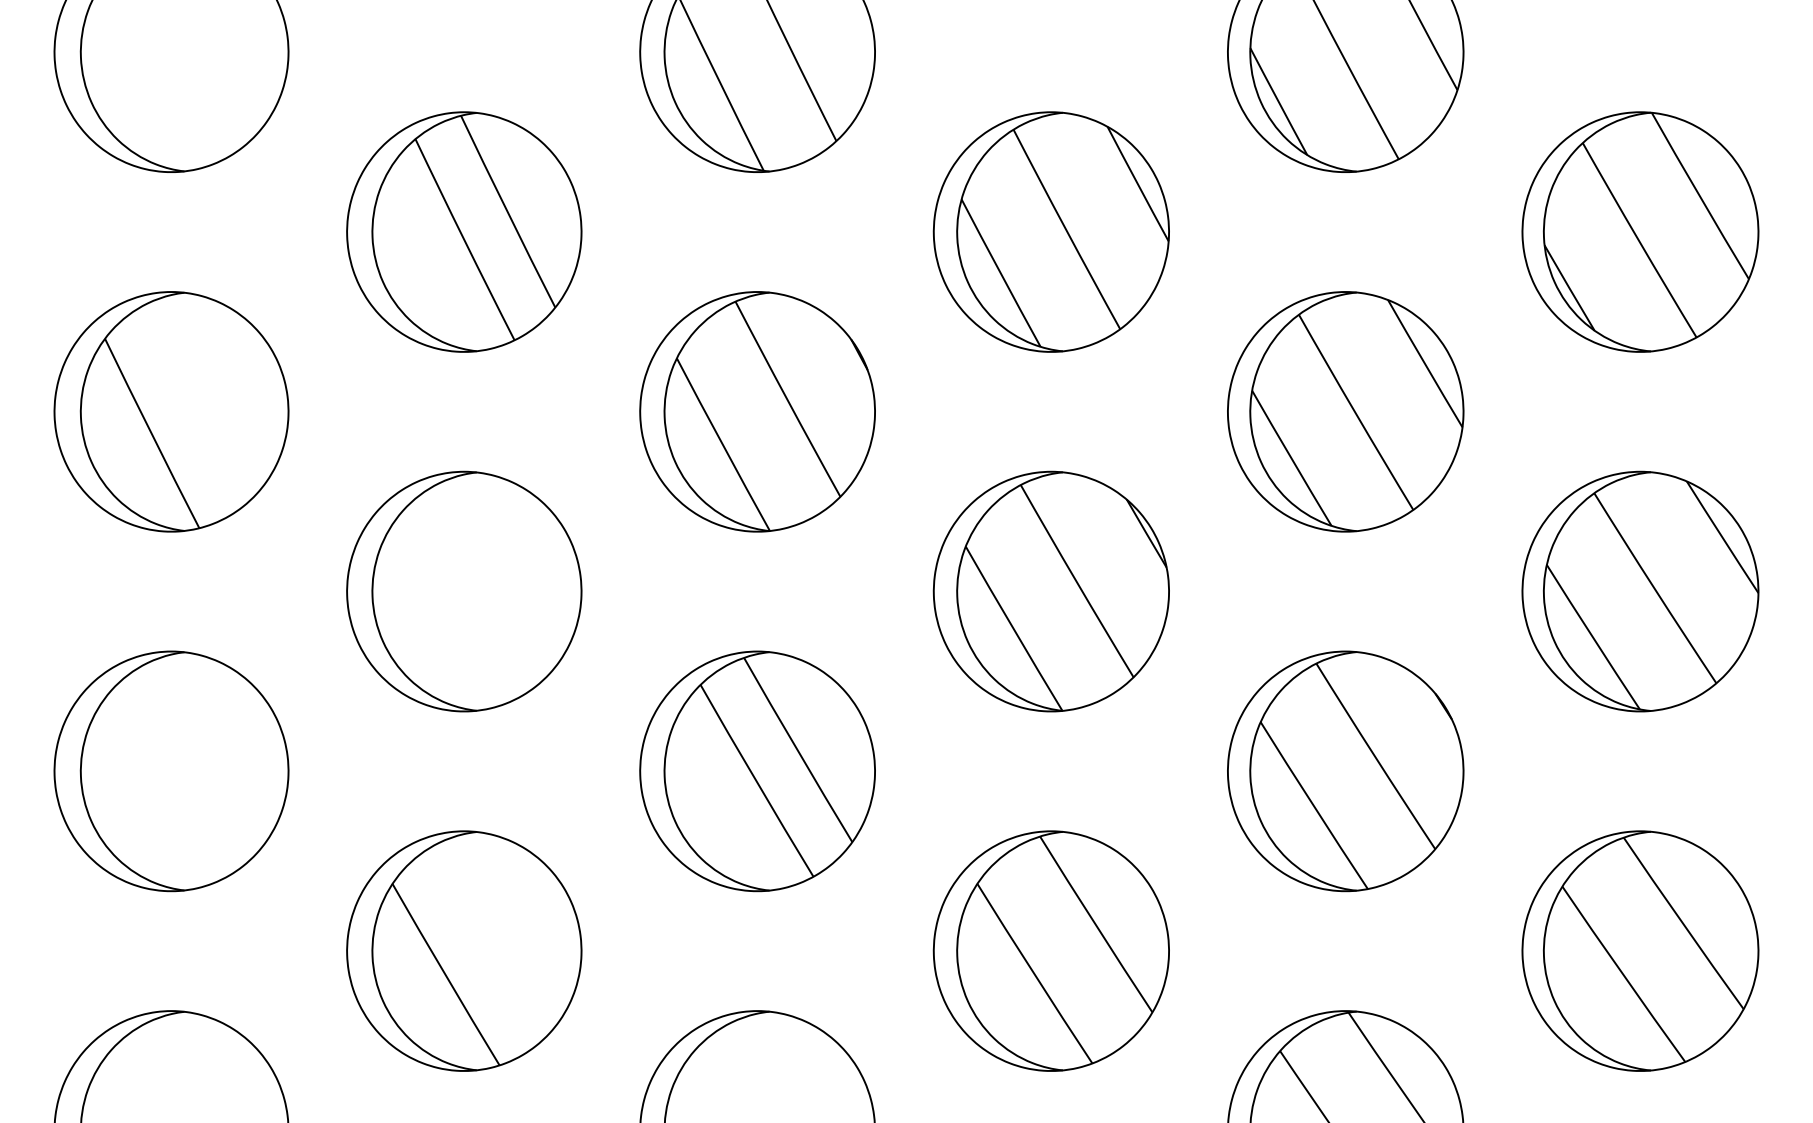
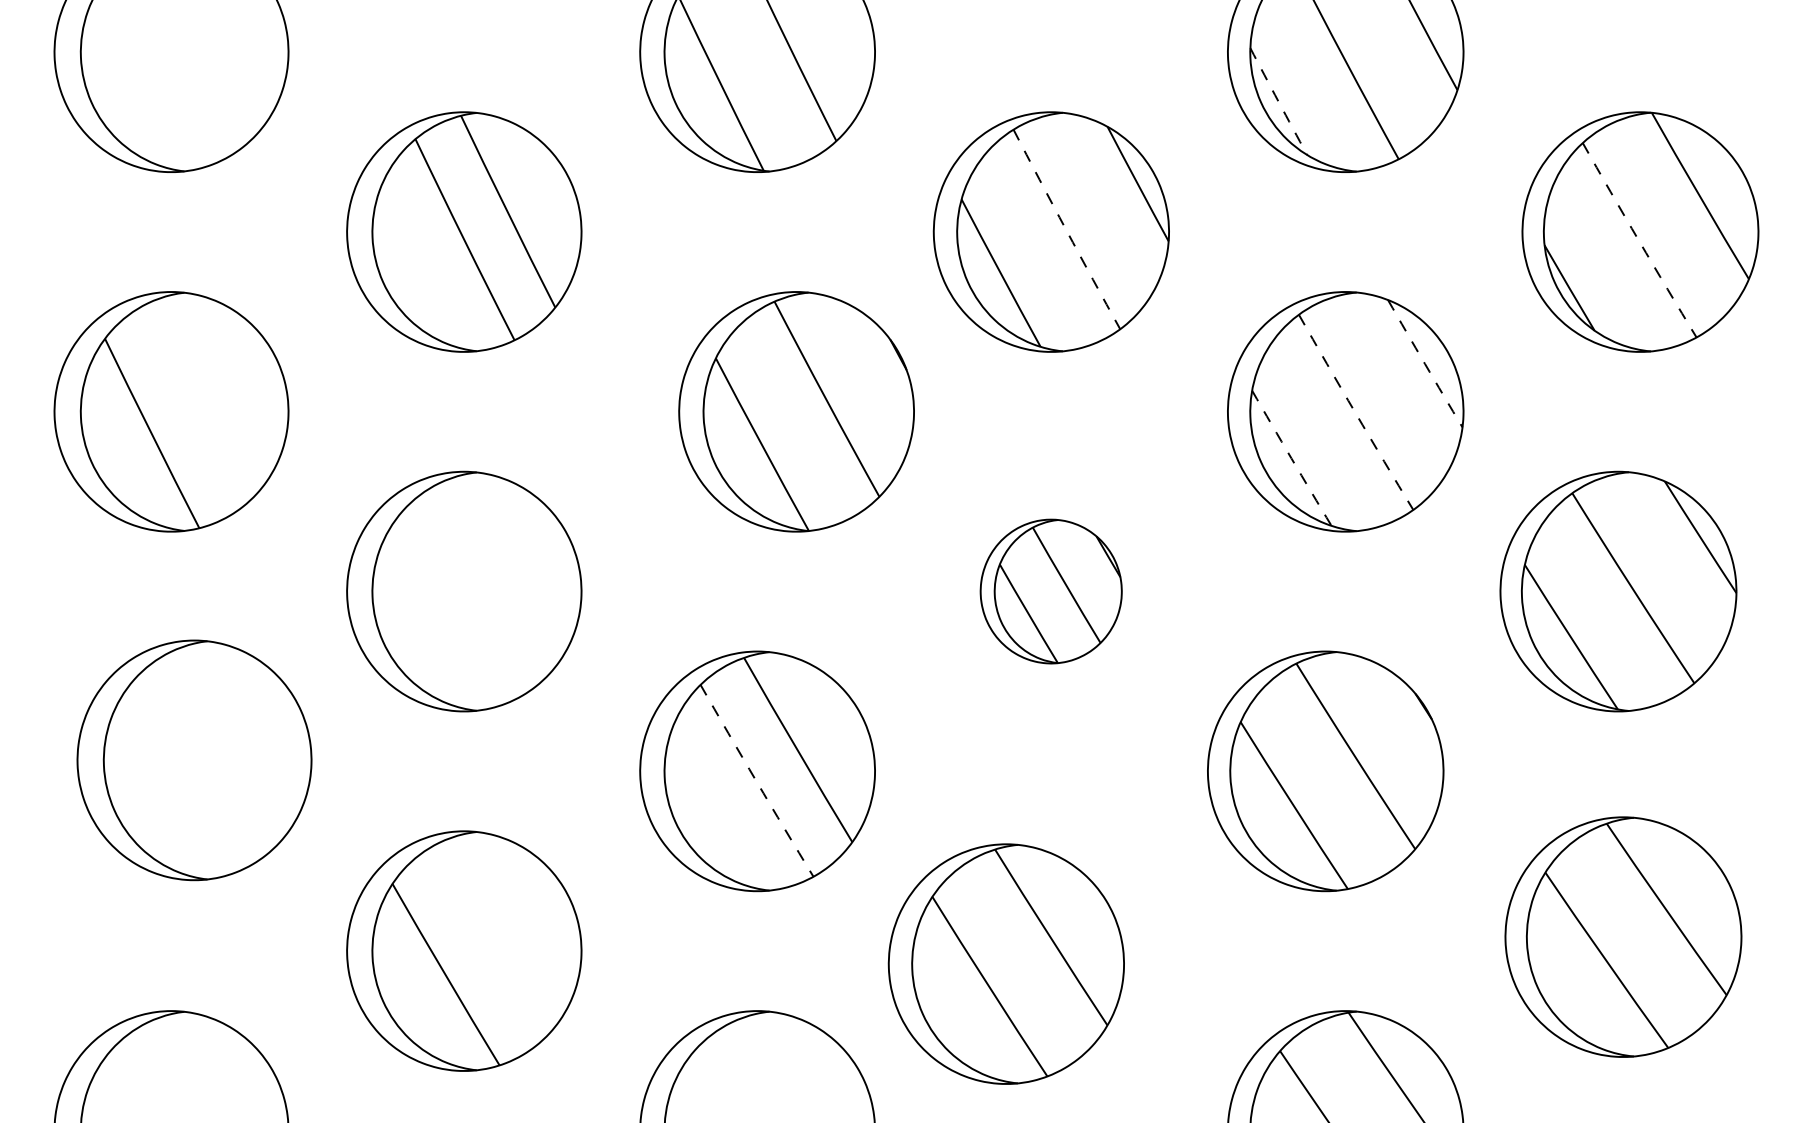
arc at (1278, 101): solid -> dashed
arc at (1066, 229): solid -> dashed
arc at (1638, 240): solid -> dashed
arc at (1424, 363): solid -> dashed
part at (757, 411) position: (757, 411) -> (796, 411)
arc at (1355, 412): solid -> dashed
arc at (1291, 458): solid -> dashed
part at (1050, 591) size: 238x243 px -> 144x147 px
part at (1640, 591) position: (1640, 591) -> (1618, 591)
part at (171, 771) position: (171, 771) -> (194, 760)
part at (1345, 771) position: (1345, 771) -> (1325, 771)
arc at (756, 781): solid -> dashed
part at (1050, 950) position: (1050, 950) -> (1005, 963)
part at (1640, 950) position: (1640, 950) -> (1623, 936)
